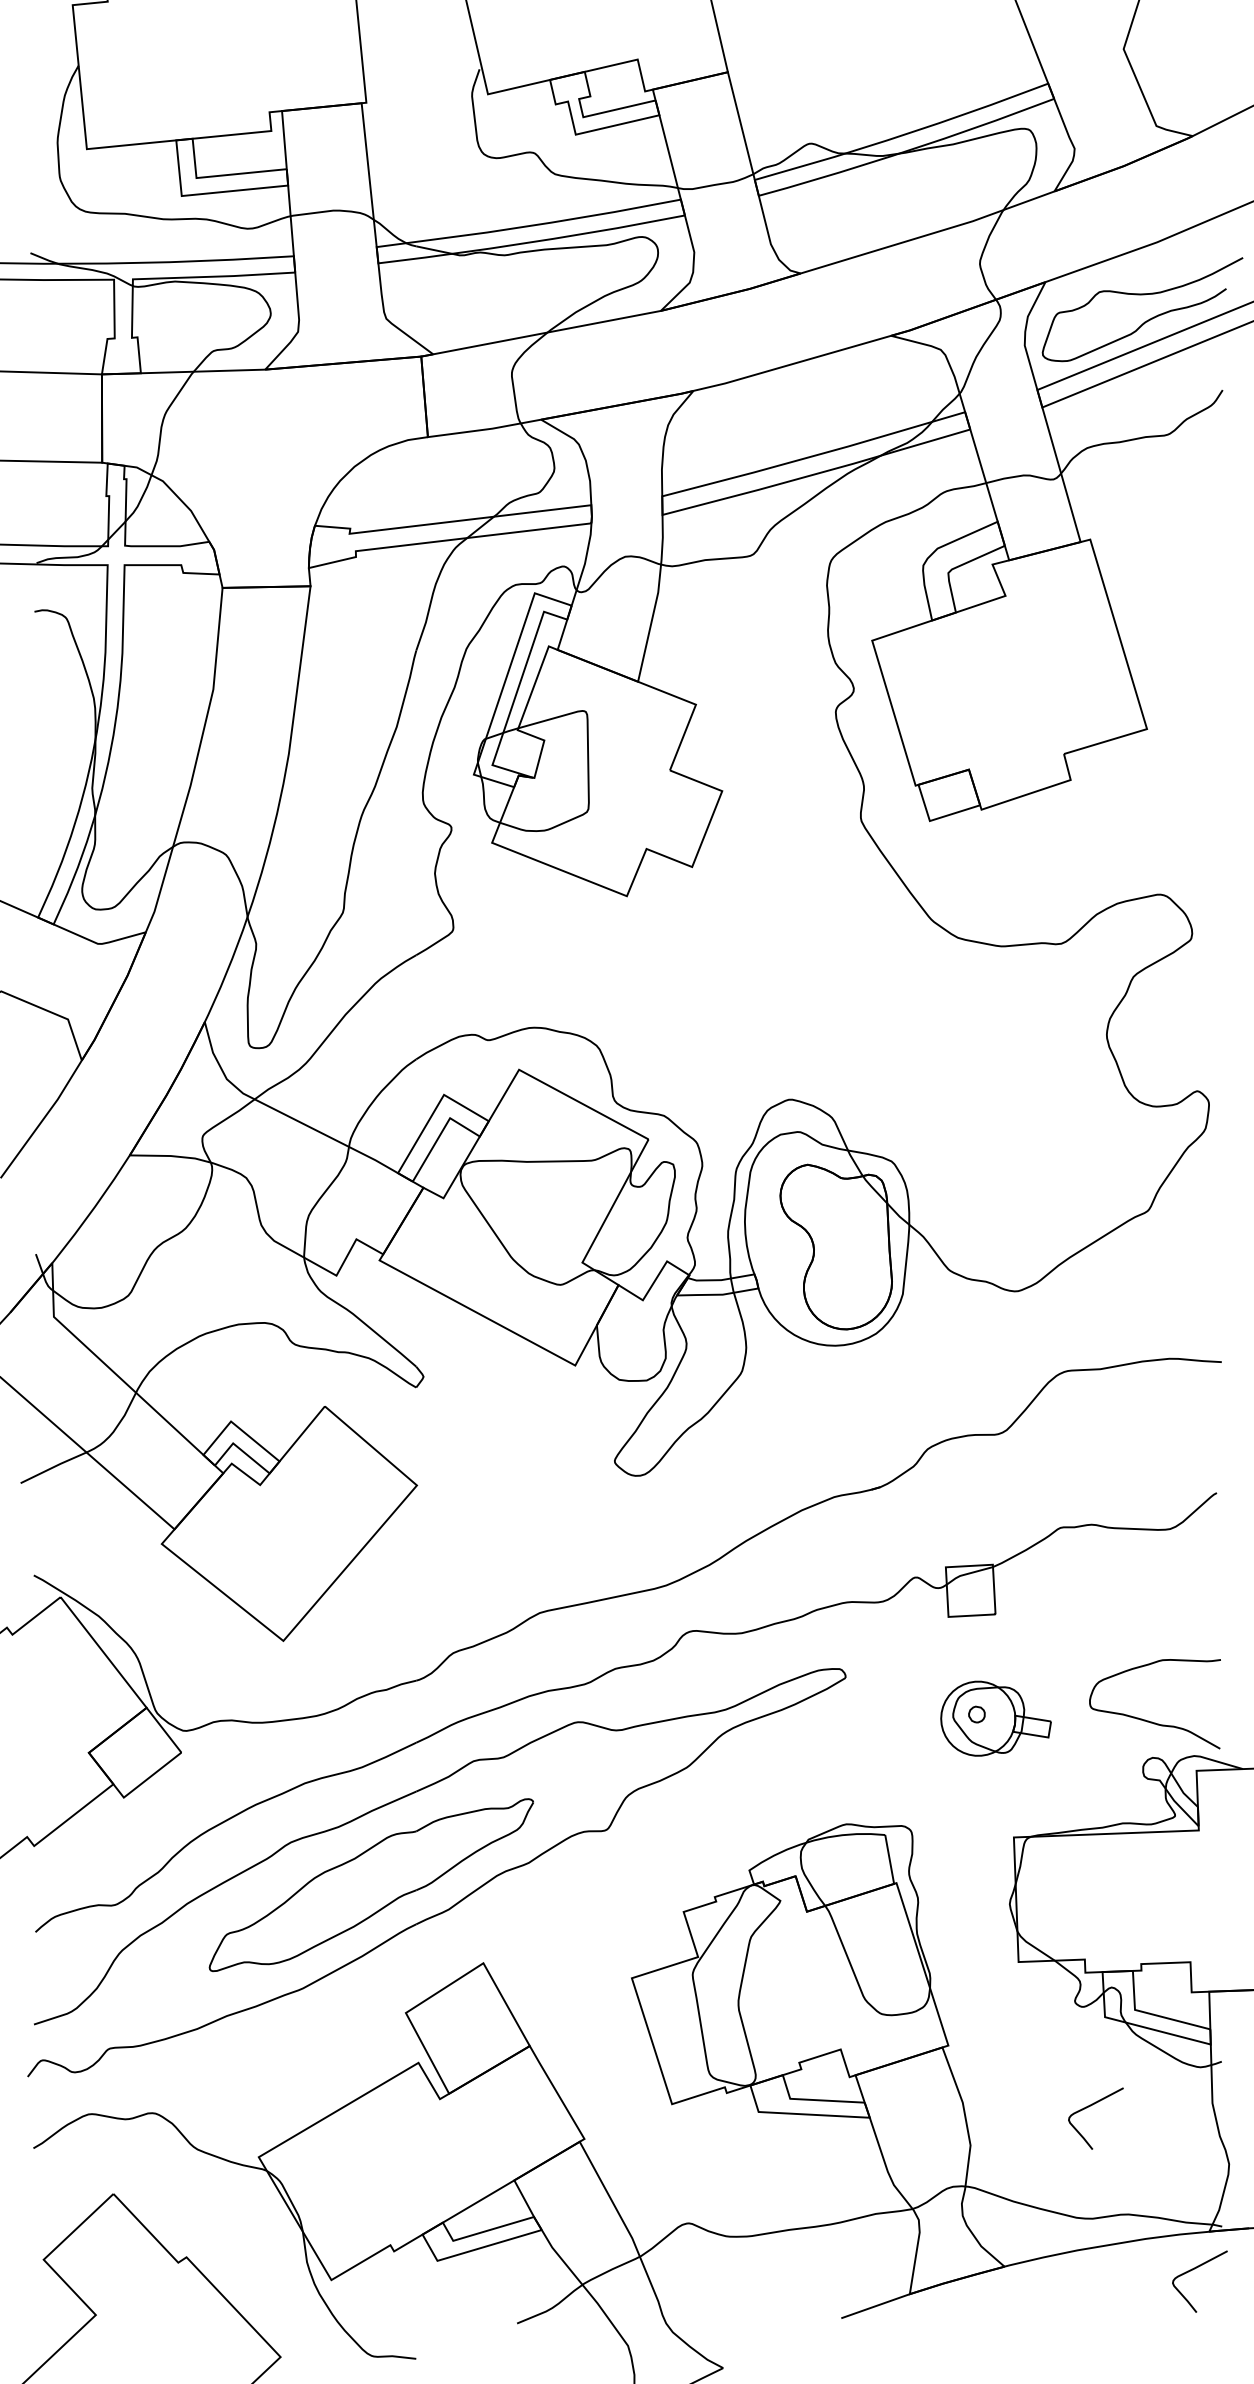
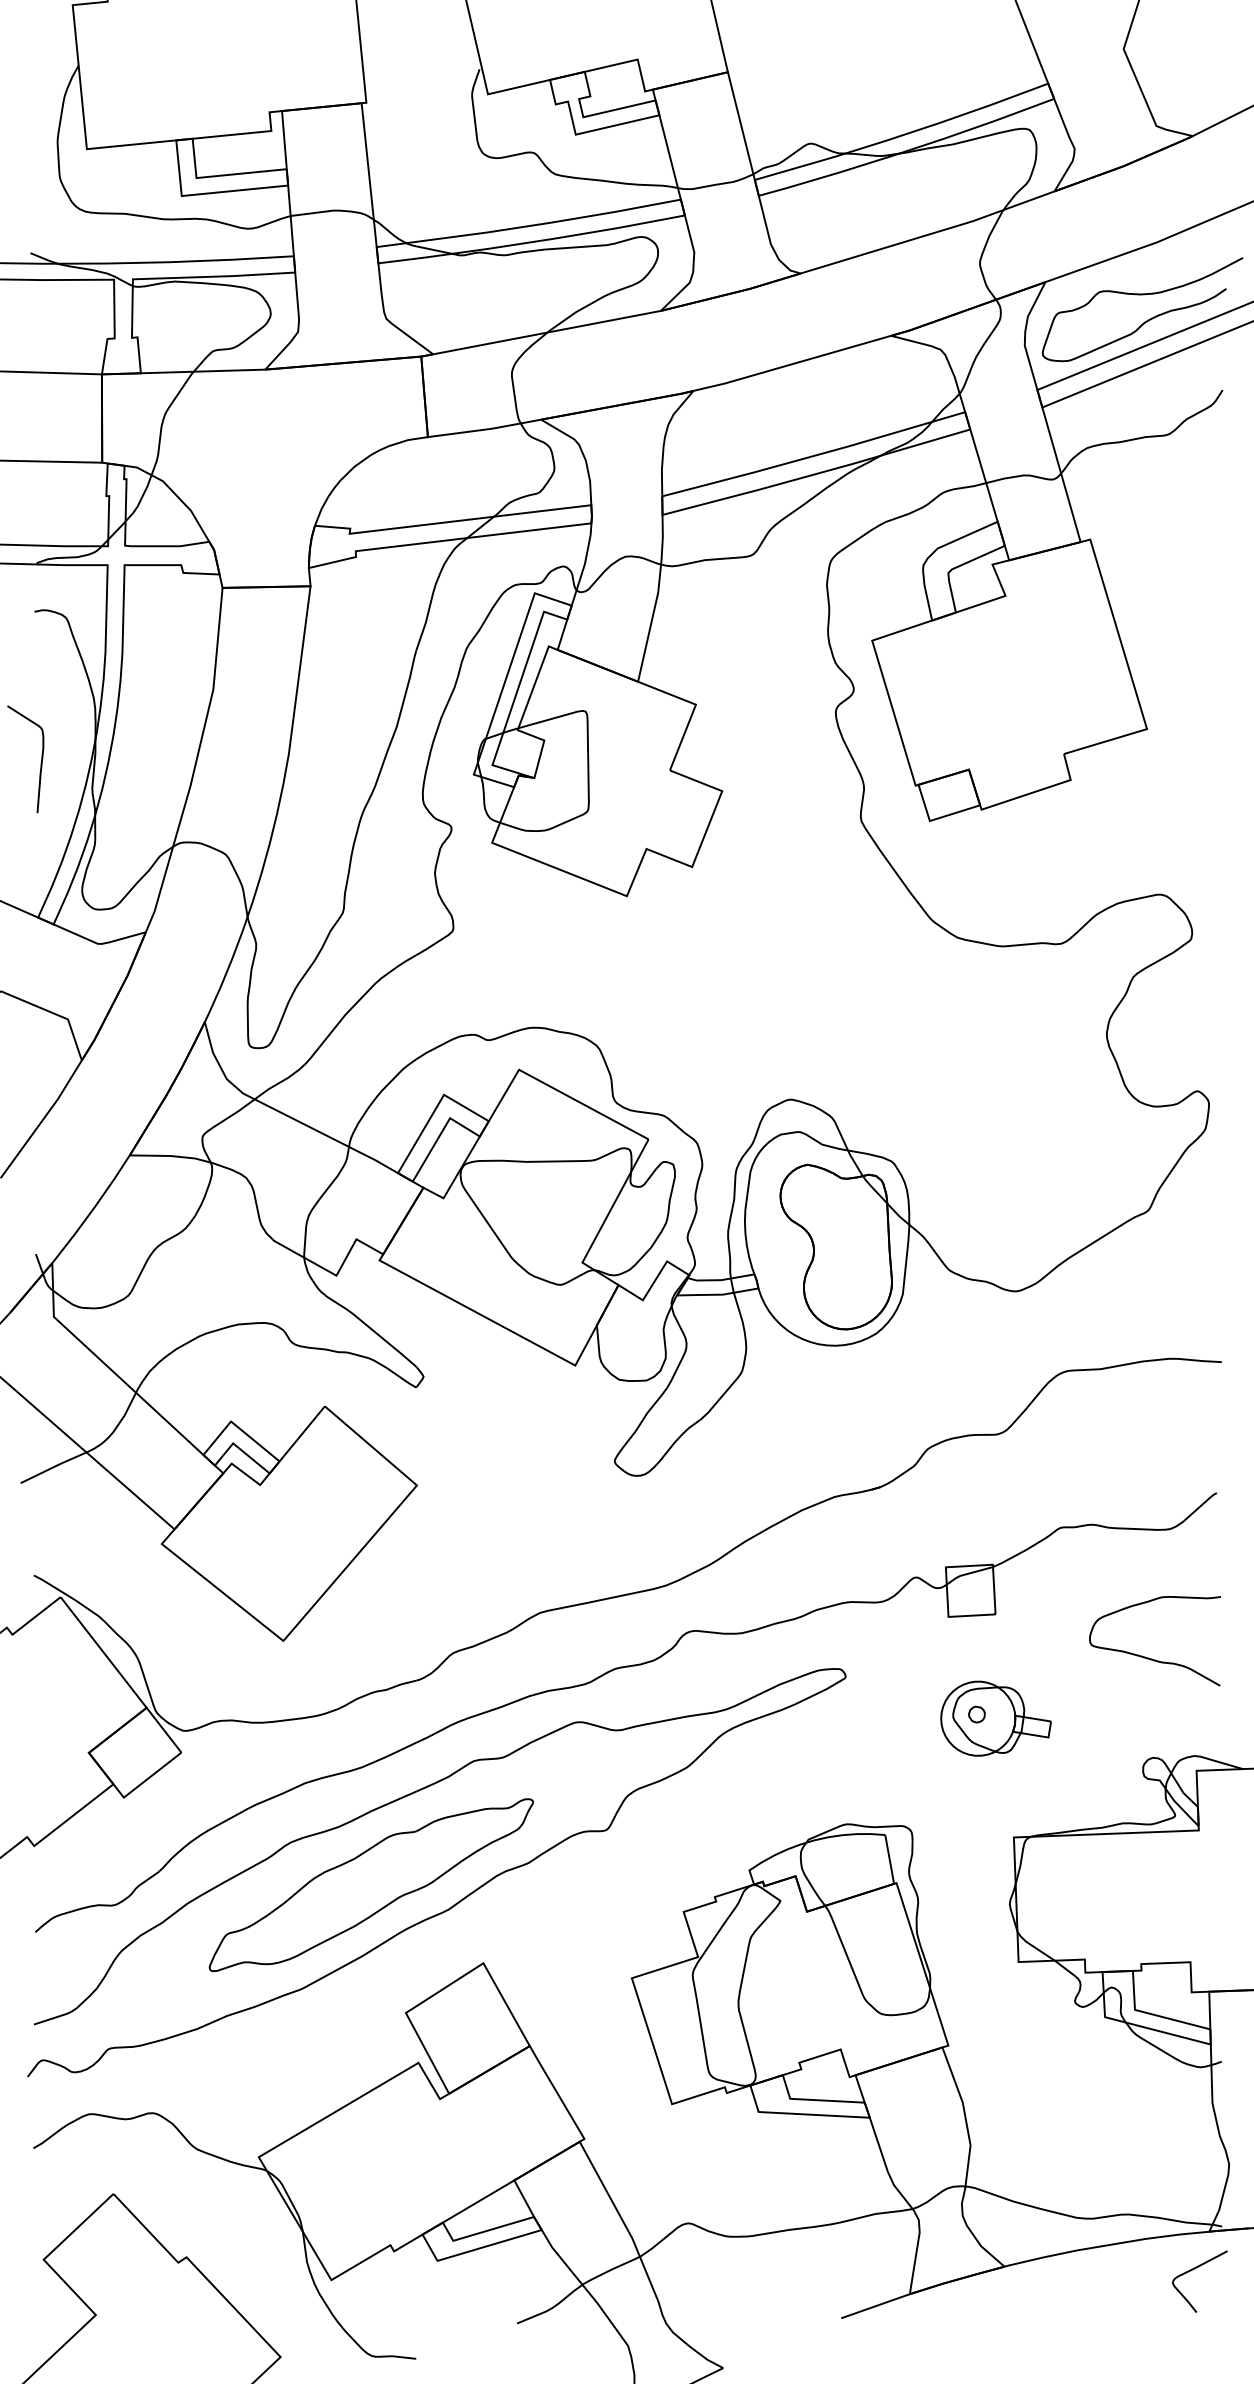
curve at (40, 762): none -> present
curve at (1148, 1720) position: (1148, 1720) -> (1148, 1657)
curve at (1090, 2106): present -> none
